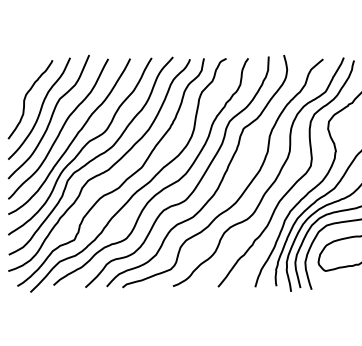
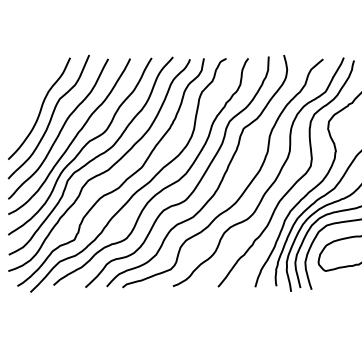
curve at (26, 97): present -> none
